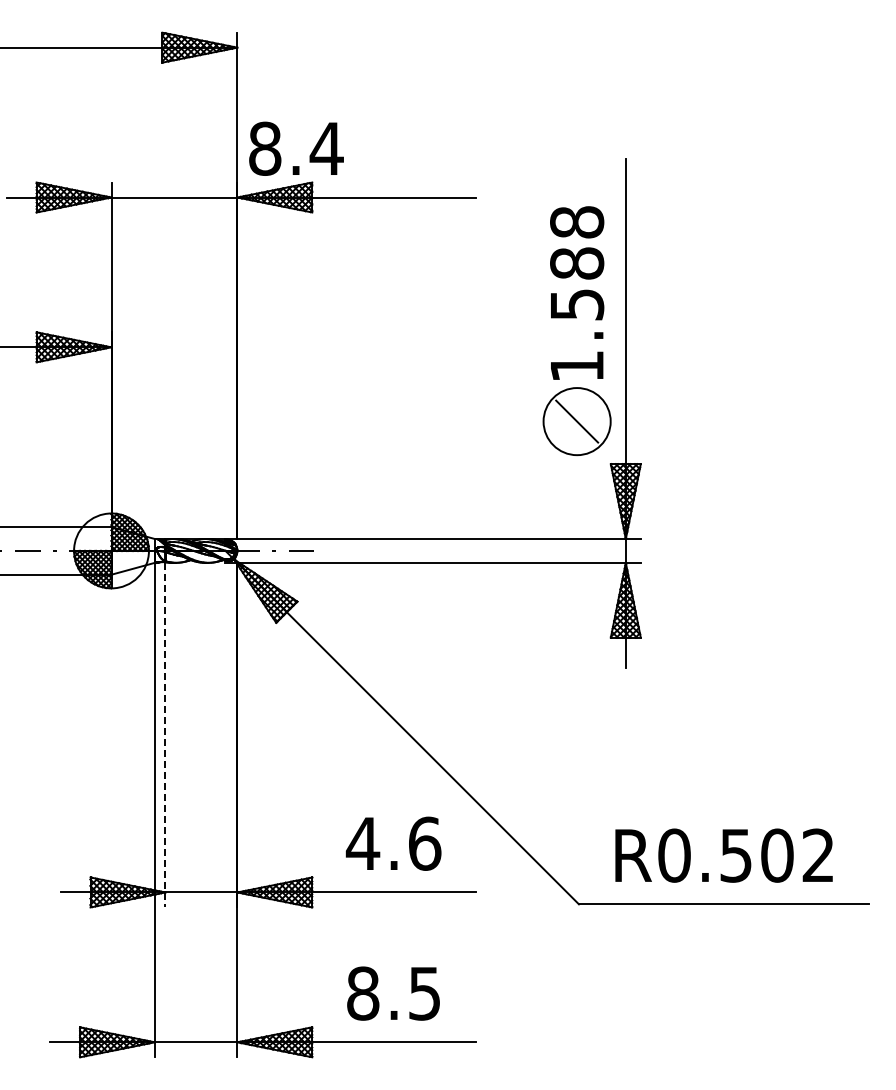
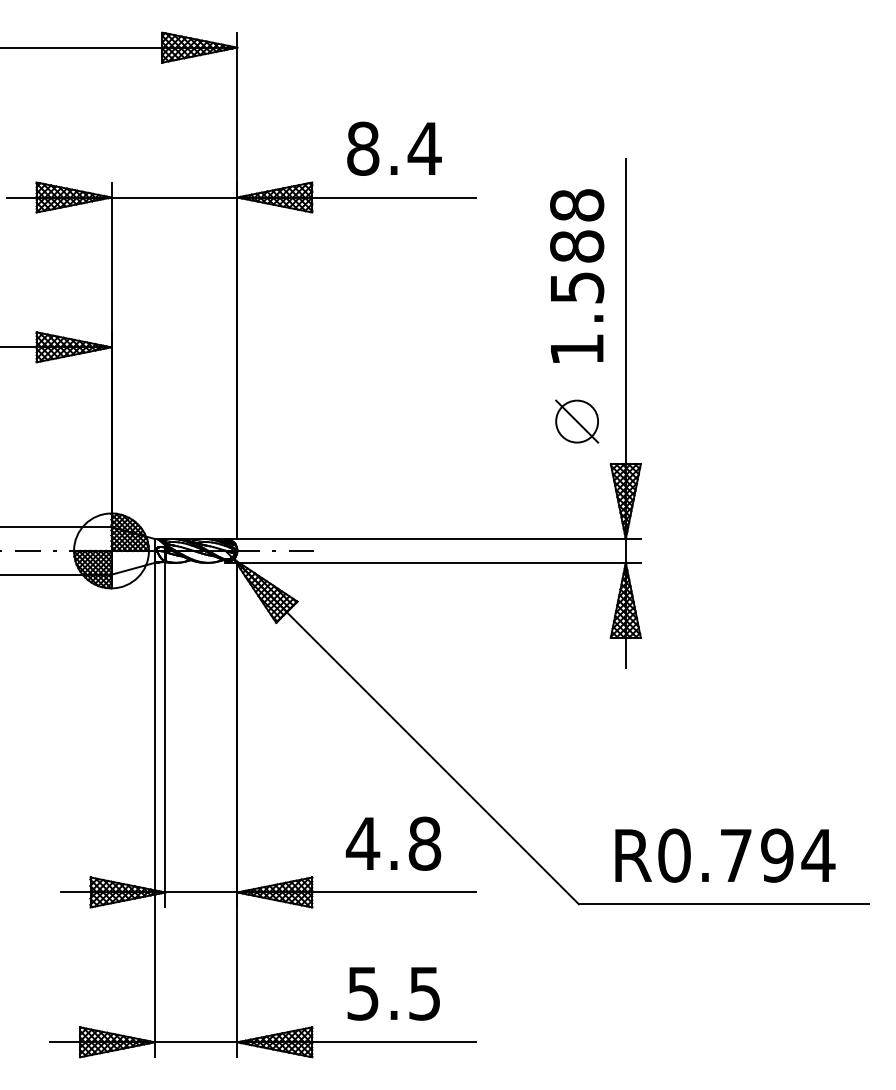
text at (296, 148) position: (296, 148) -> (394, 148)
text at (577, 292) position: (577, 292) -> (577, 275)
circle at (576, 421) diameter: 67 px -> 42 px
line at (165, 735): dashed -> solid
text at (424, 843): 4.6 -> 4.8
text at (777, 855): R0.502 -> R0.794
text at (363, 993): 8.5 -> 5.5
